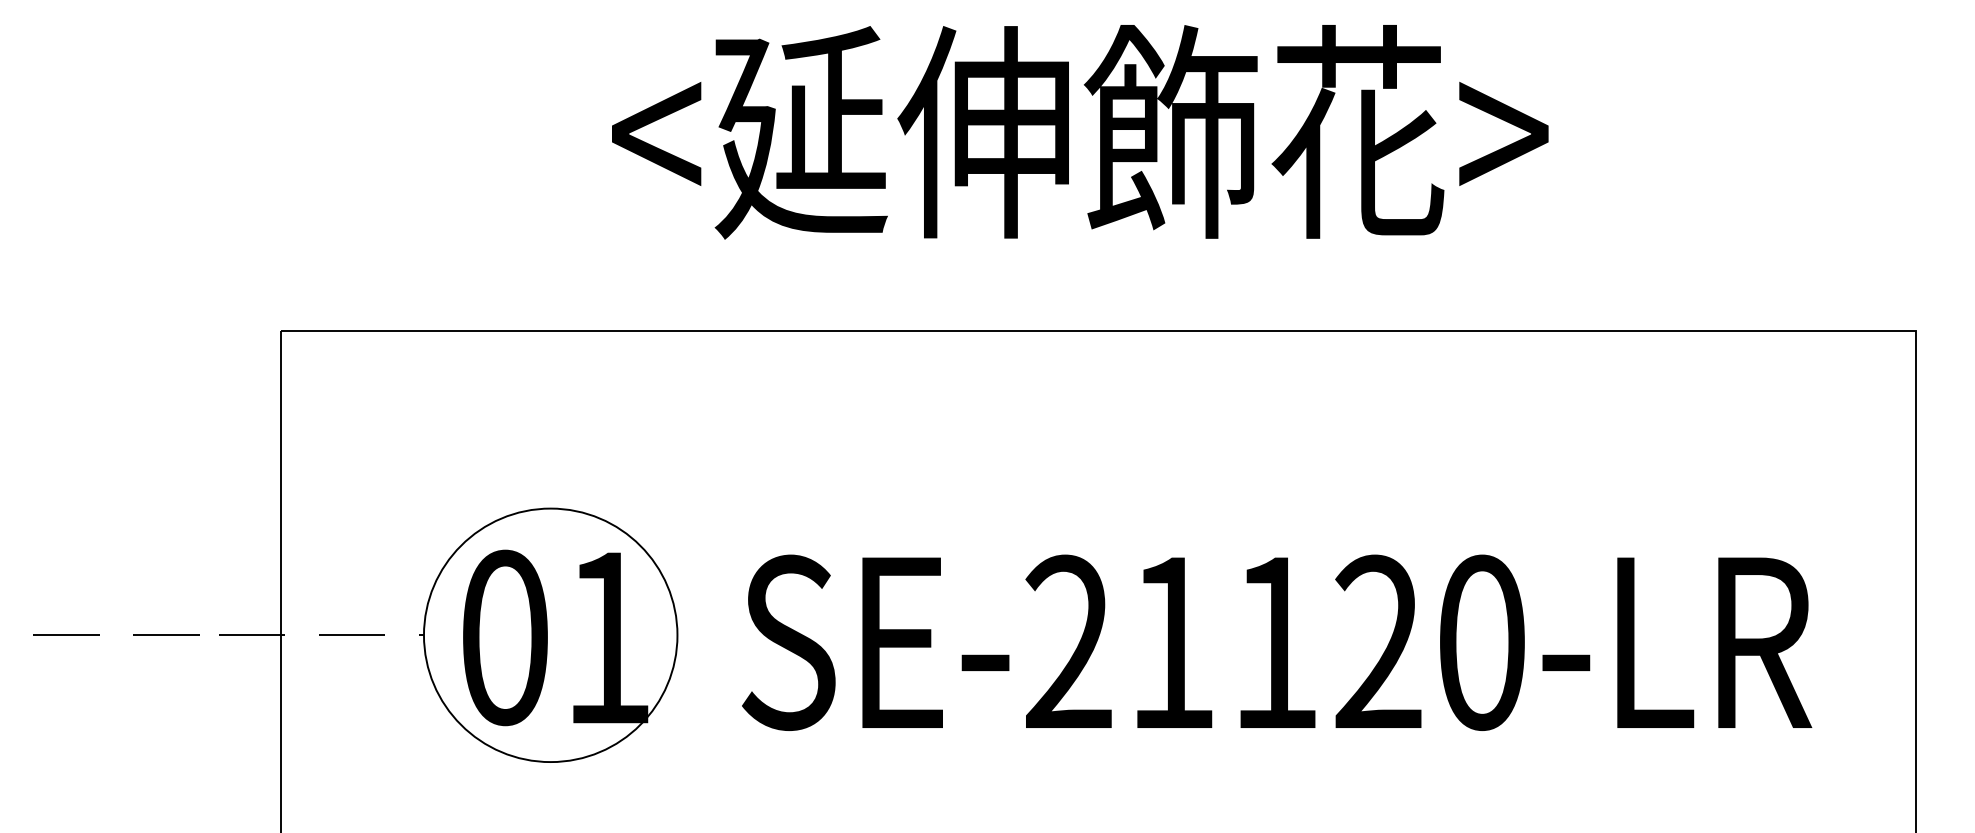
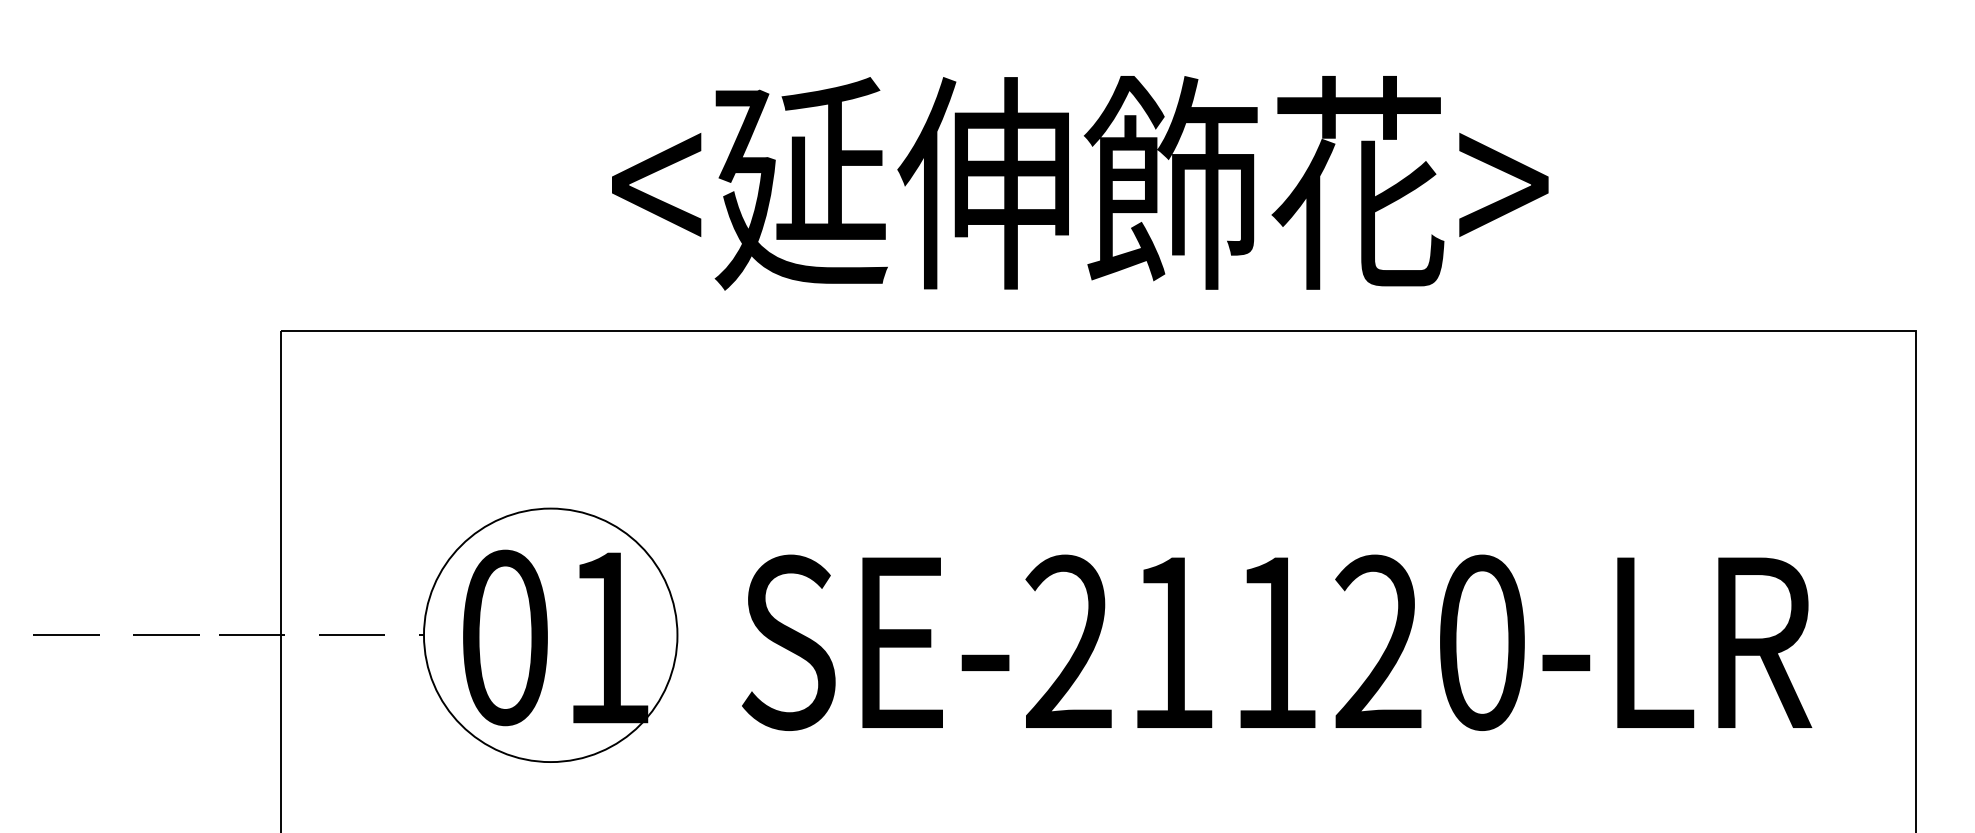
text at (1080, 132) position: (1080, 132) -> (1080, 183)
